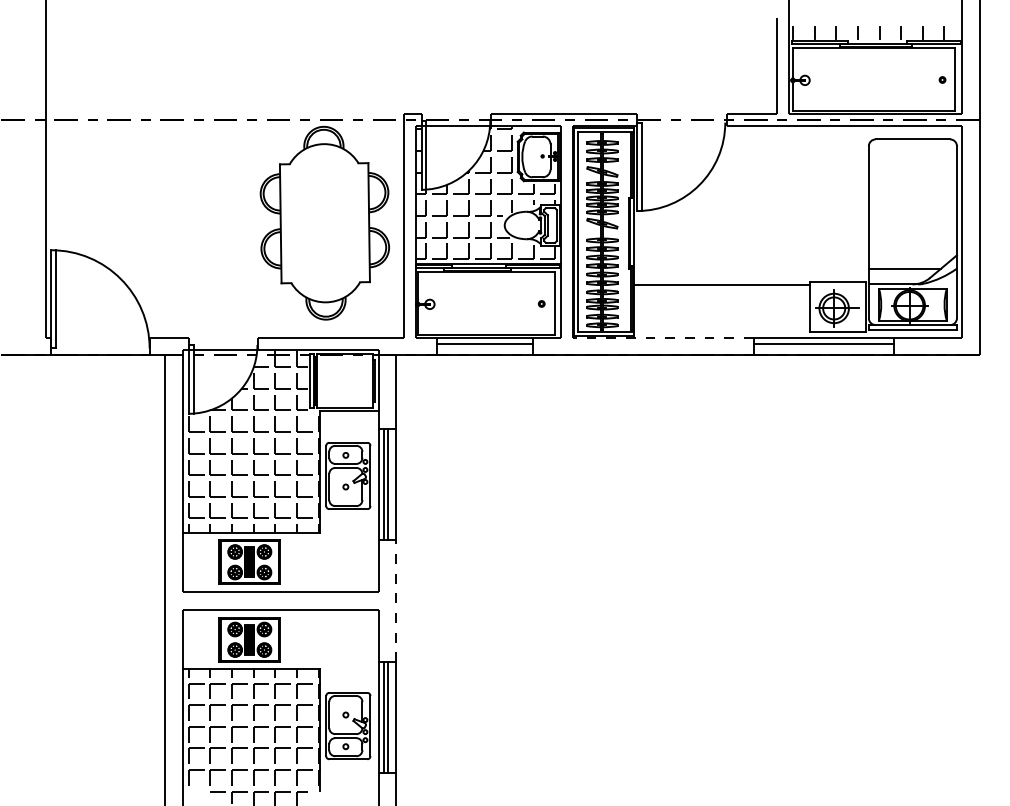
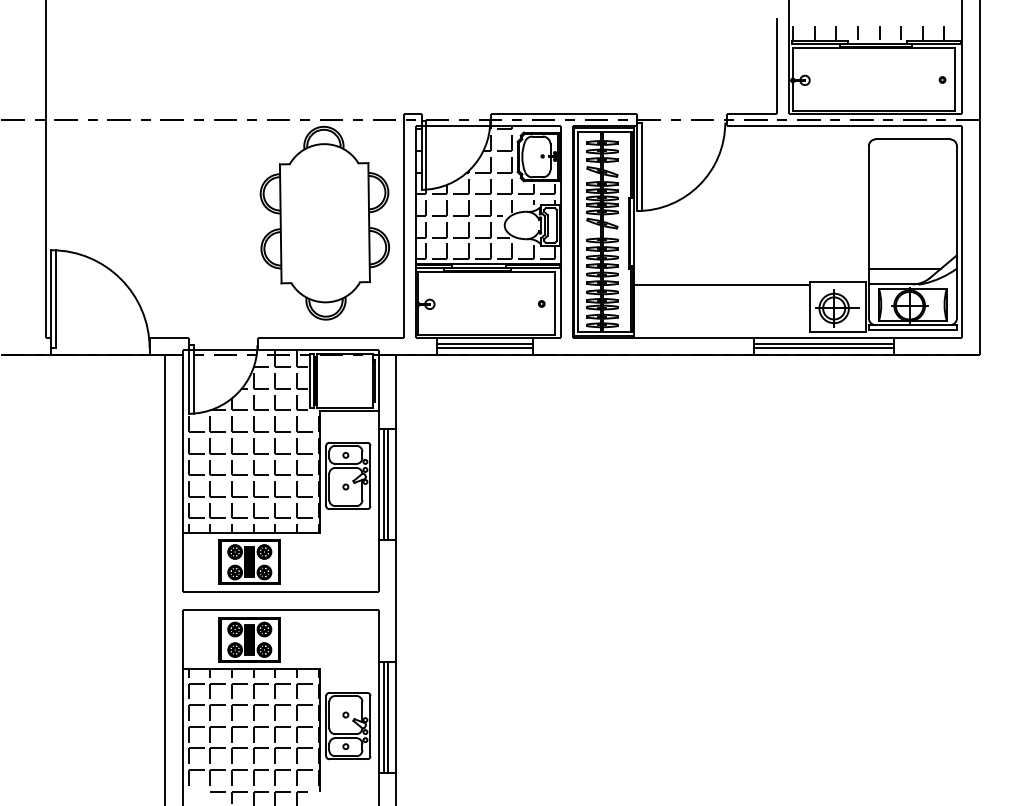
line at (662, 337): dashed -> solid
line at (484, 347): none -> present
line at (823, 347): none -> present
line at (396, 600): dashed -> solid
